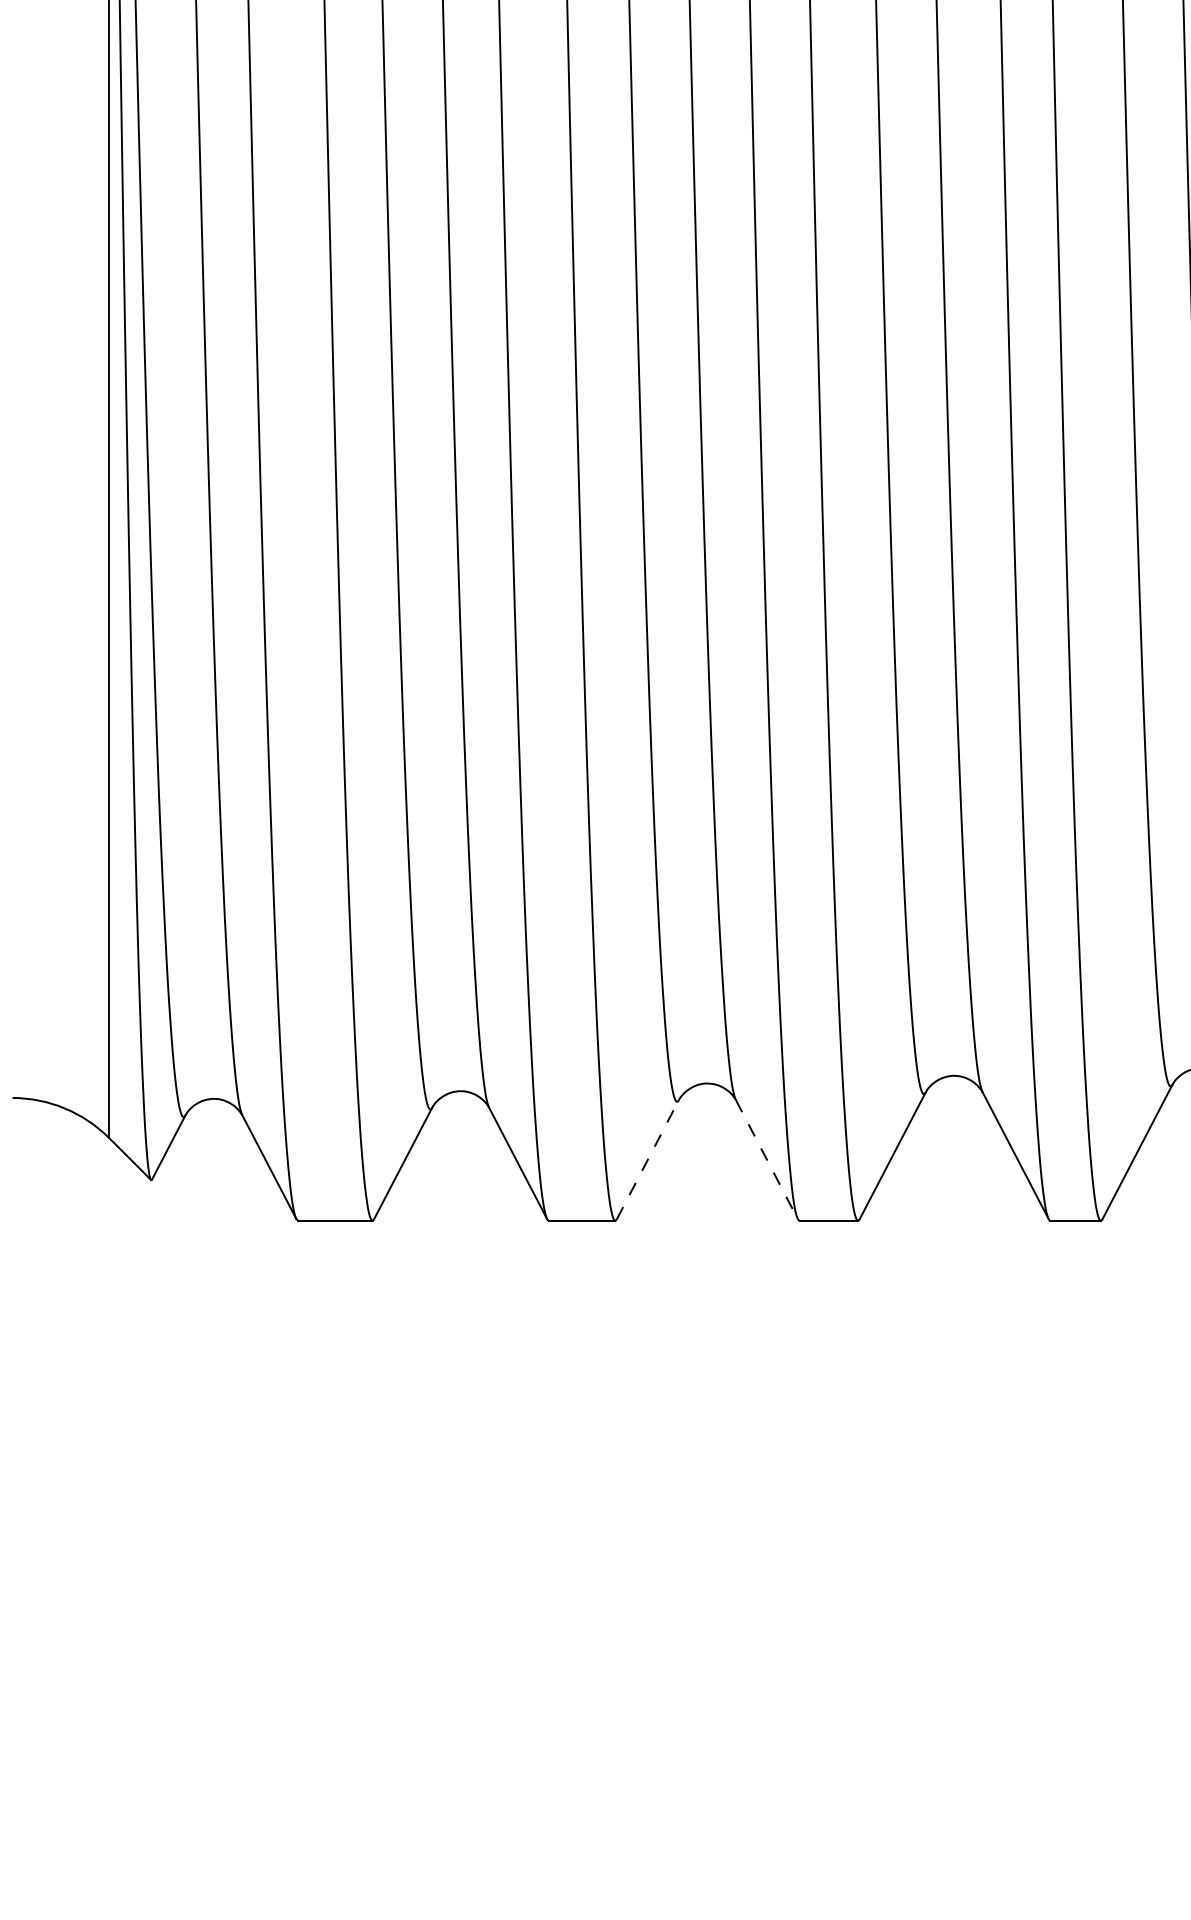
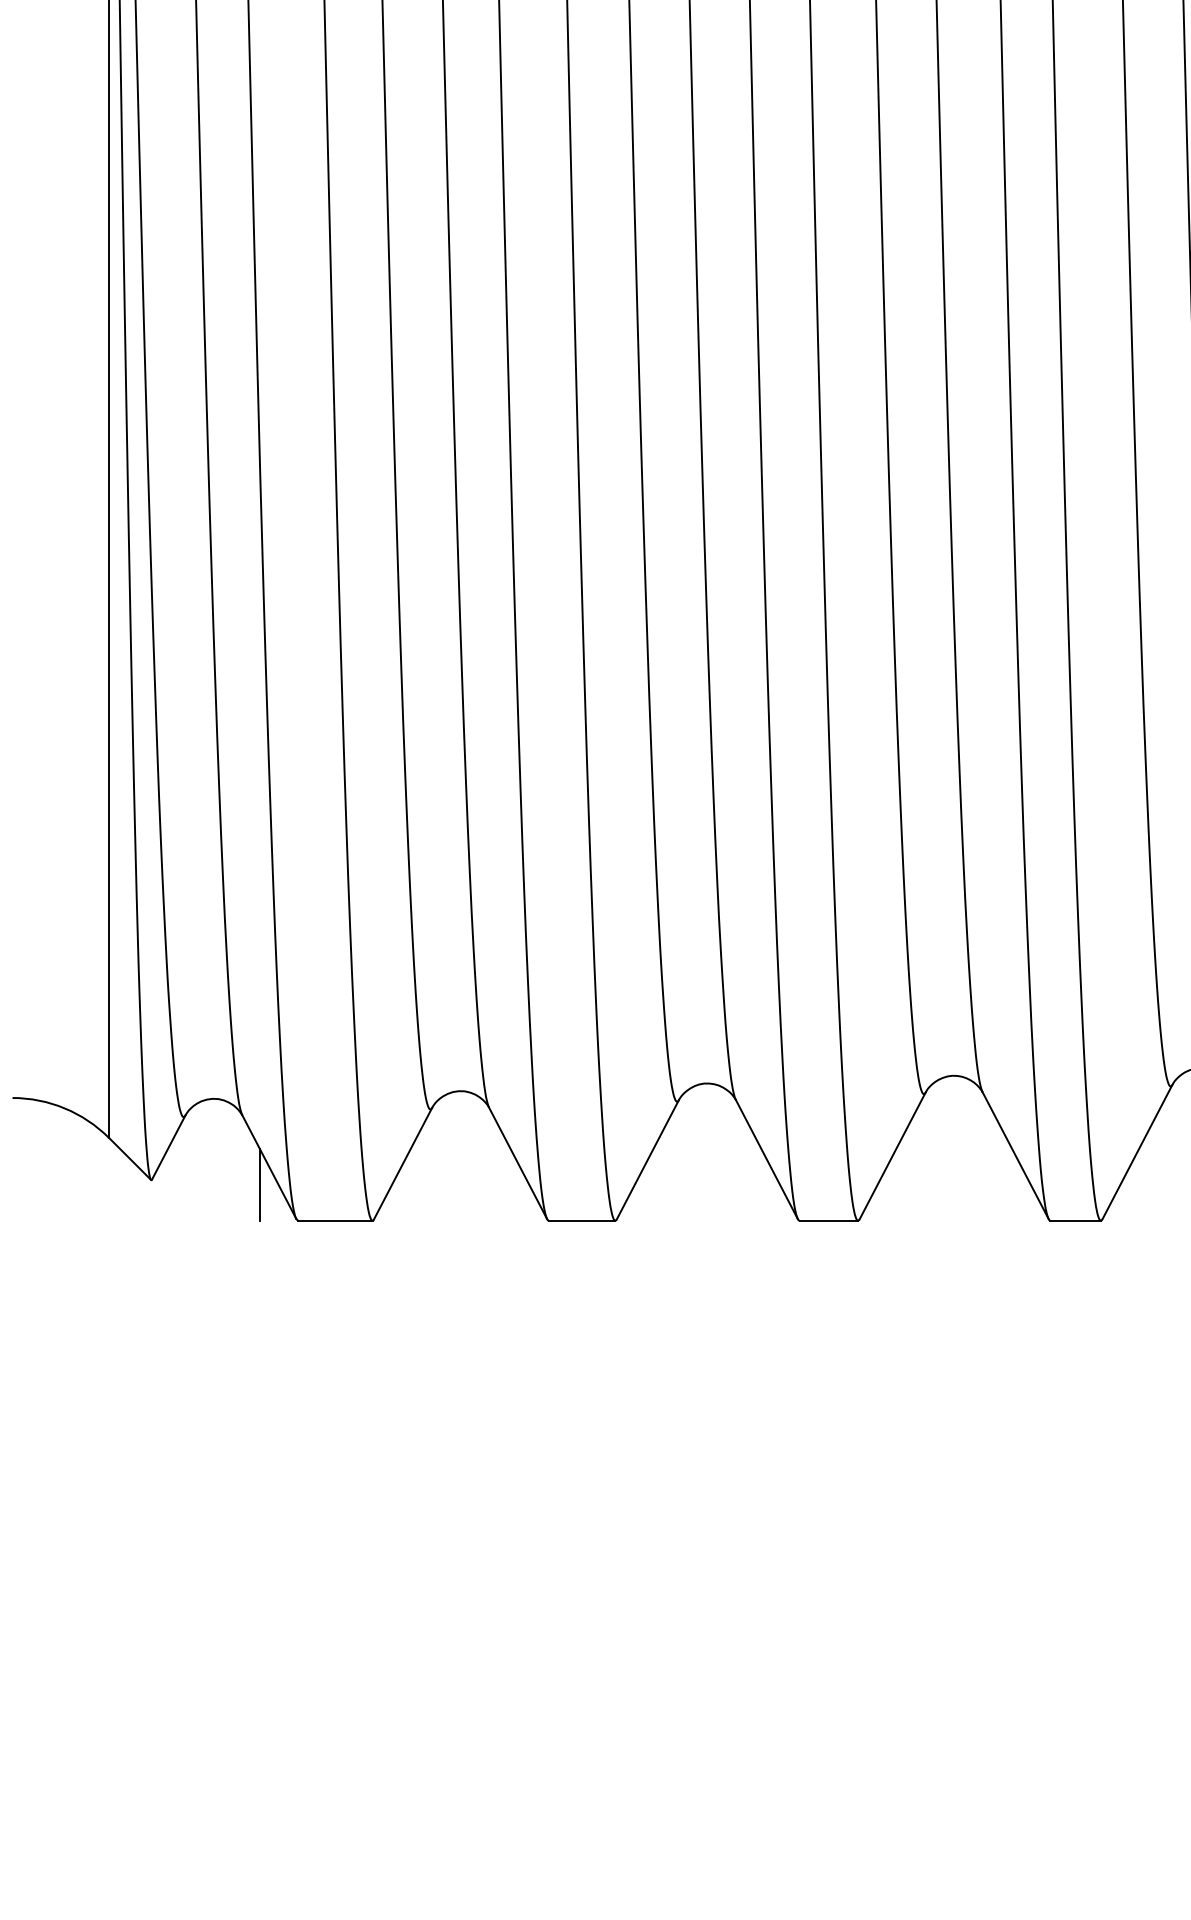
line at (648, 1159): dashed -> solid
line at (767, 1160): dashed -> solid
line at (260, 1184): none -> present
